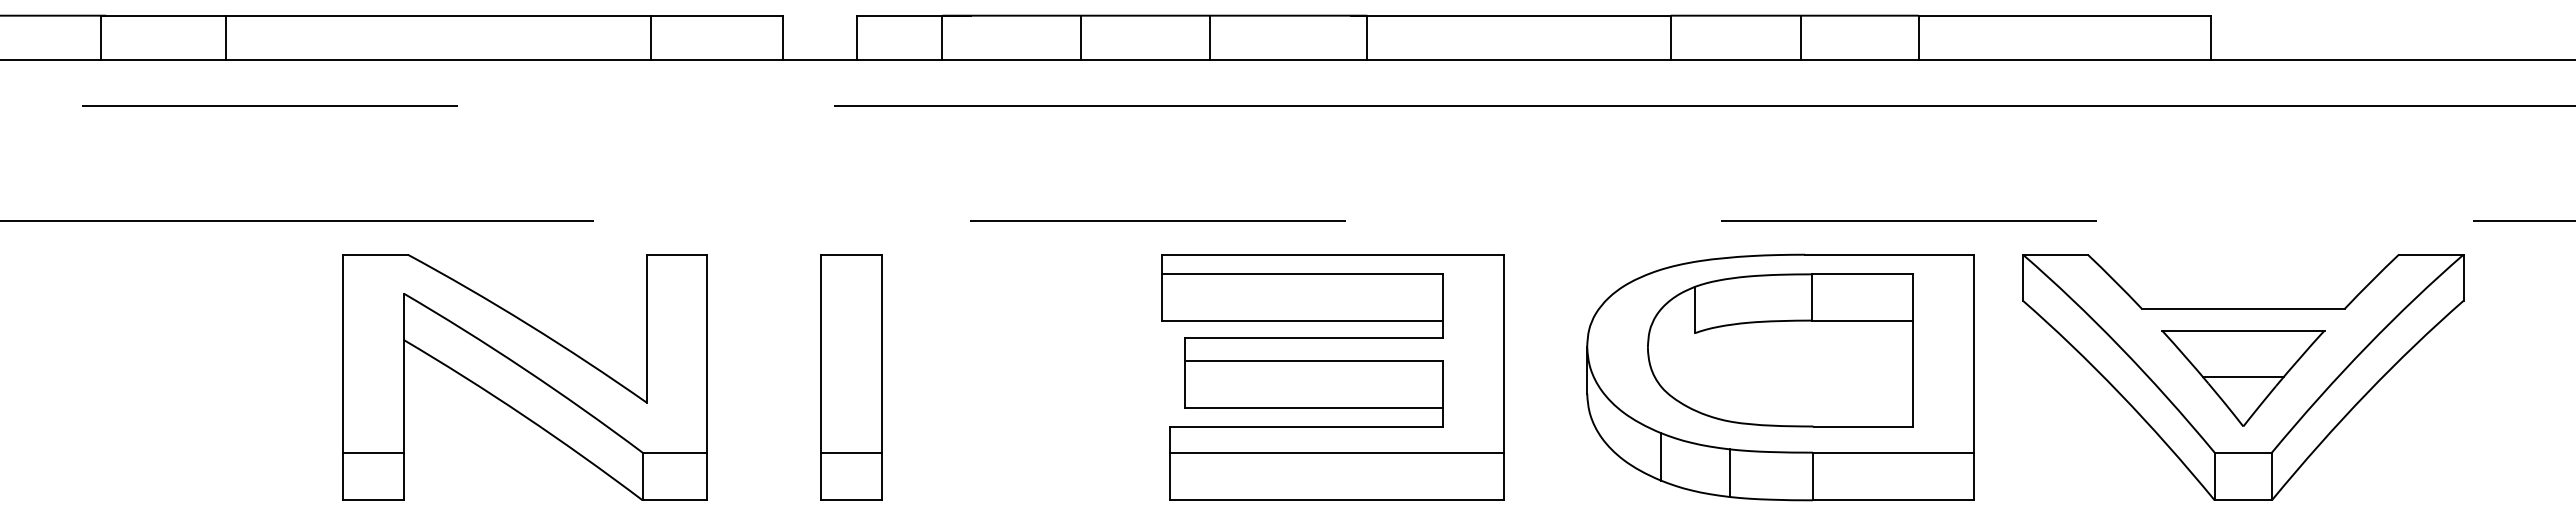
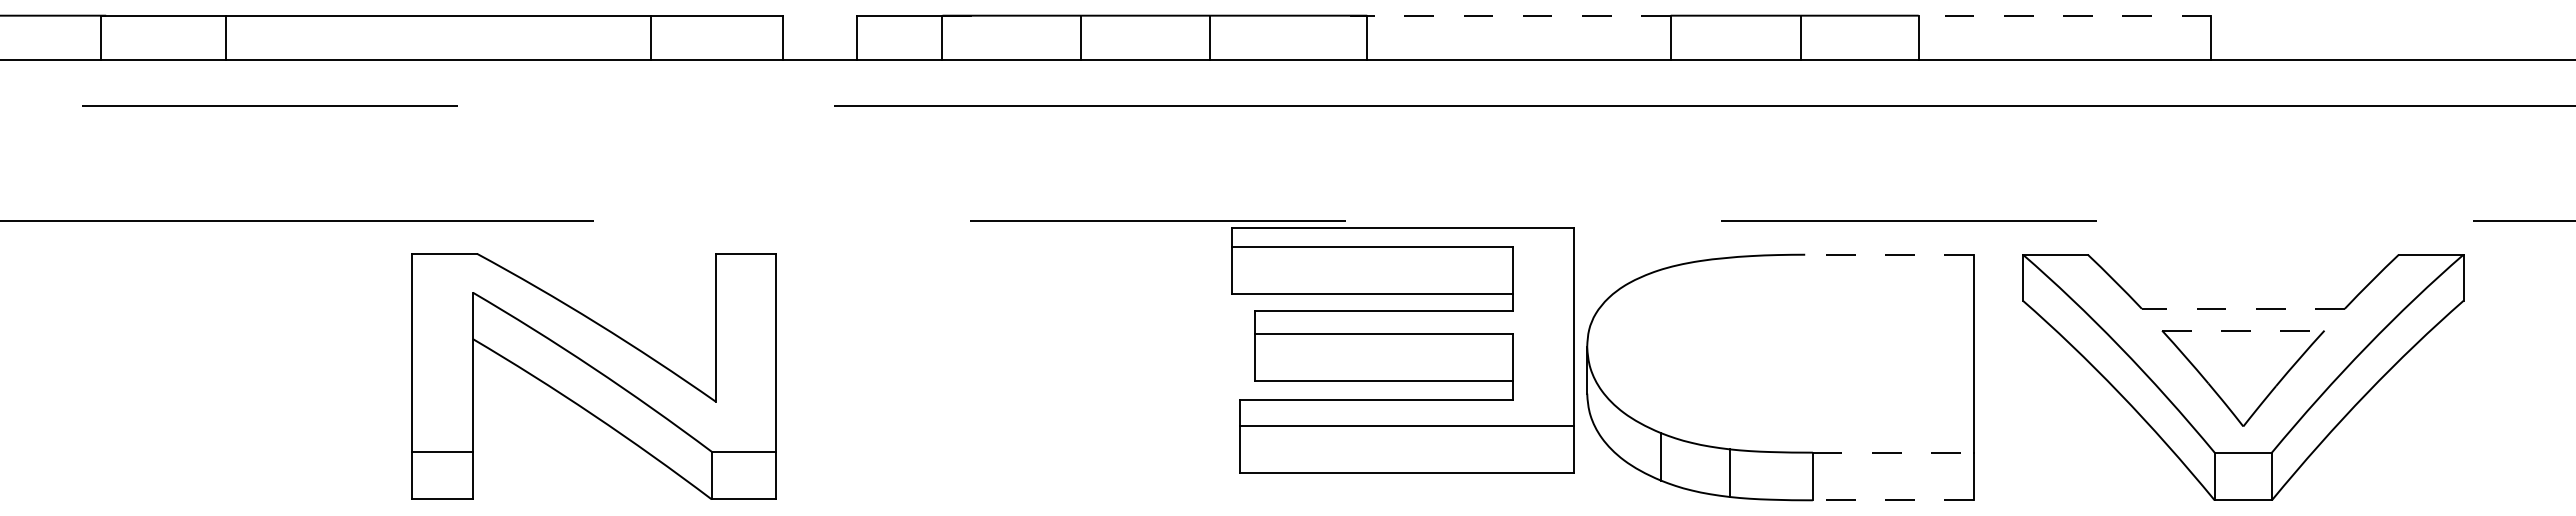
line at (1518, 15): solid -> dashed
line at (2064, 15): solid -> dashed
line at (1889, 254): solid -> dashed
line at (2242, 308): solid -> dashed
line at (2243, 330): solid -> dashed
part at (1780, 350): present -> none
part at (524, 377) position: (524, 377) -> (593, 376)
part at (851, 377): present -> none
part at (1332, 377) position: (1332, 377) -> (1402, 350)
line at (2243, 377): present -> none
line at (1893, 452): solid -> dashed
line at (1893, 500): solid -> dashed
